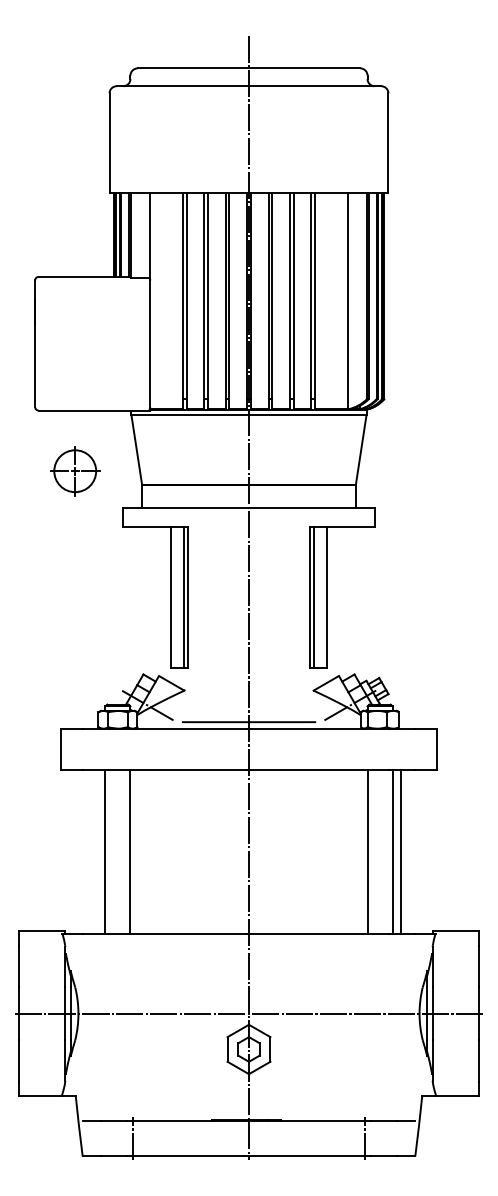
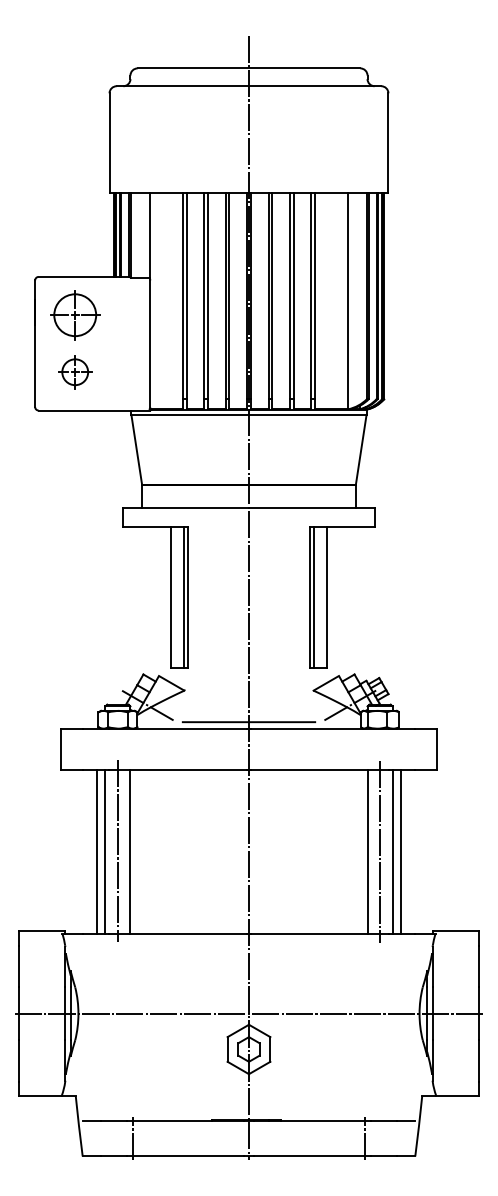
part at (75, 372): none -> present
part at (75, 471) position: (75, 471) -> (75, 315)
line at (117, 850): none -> present
line at (96, 851): none -> present
line at (380, 851): none -> present
